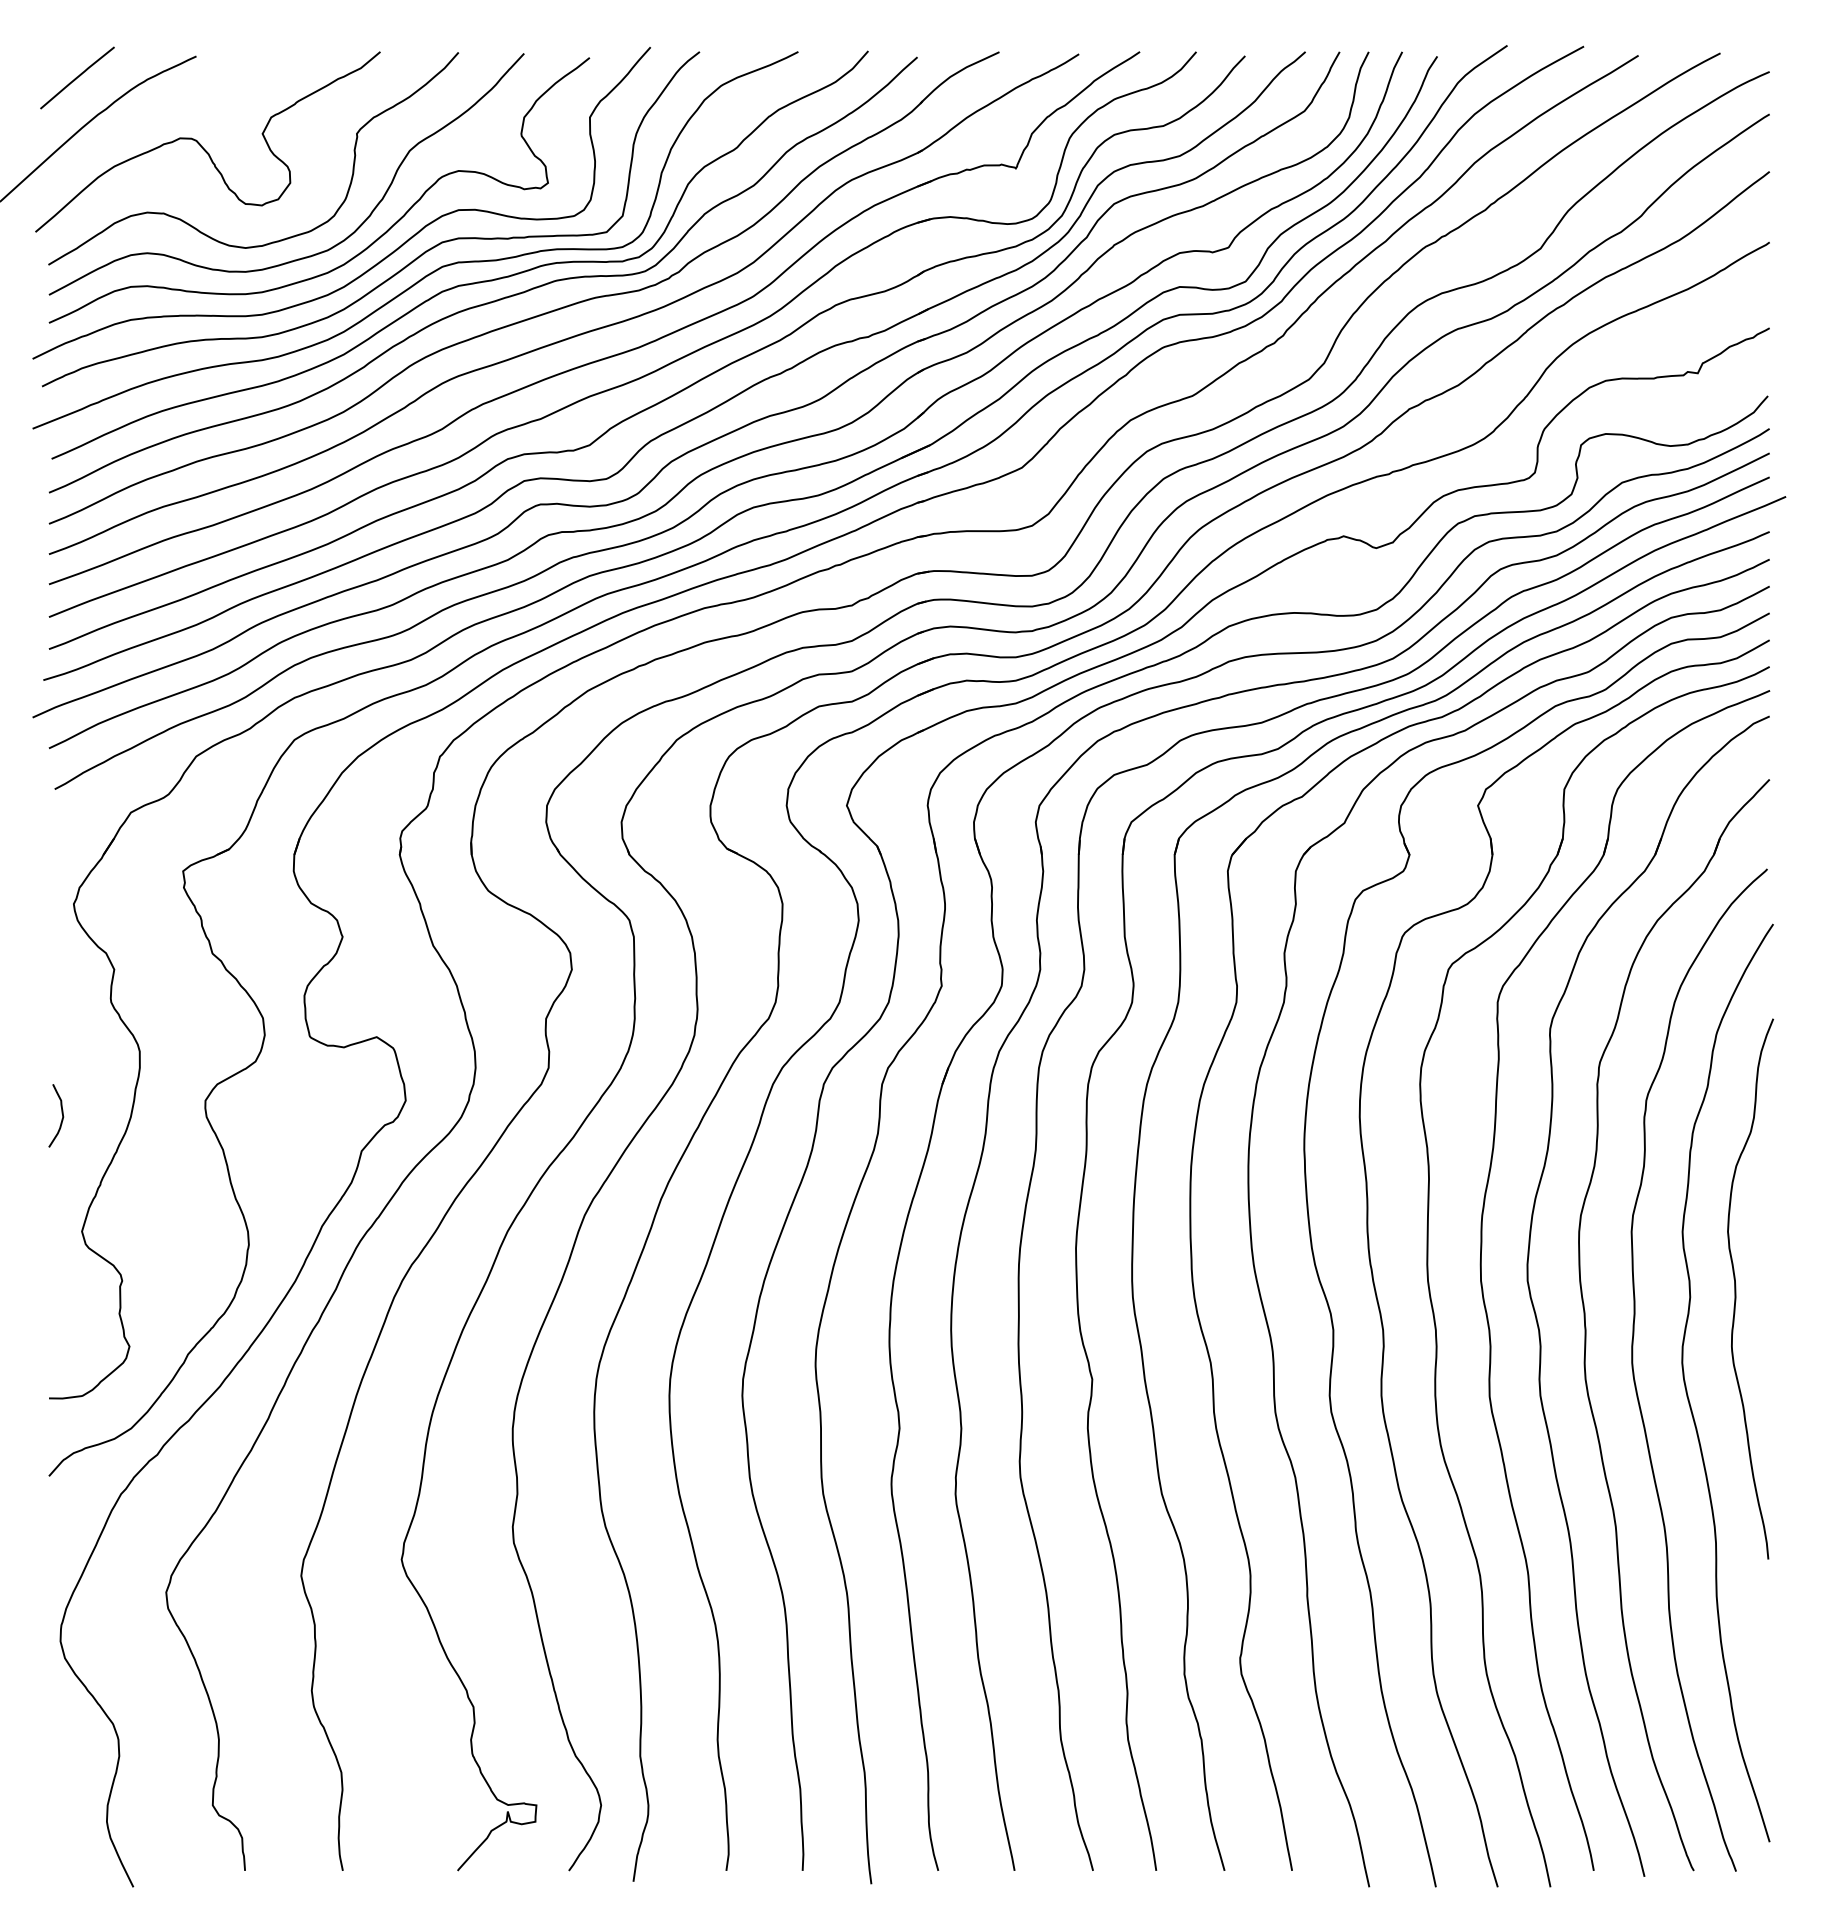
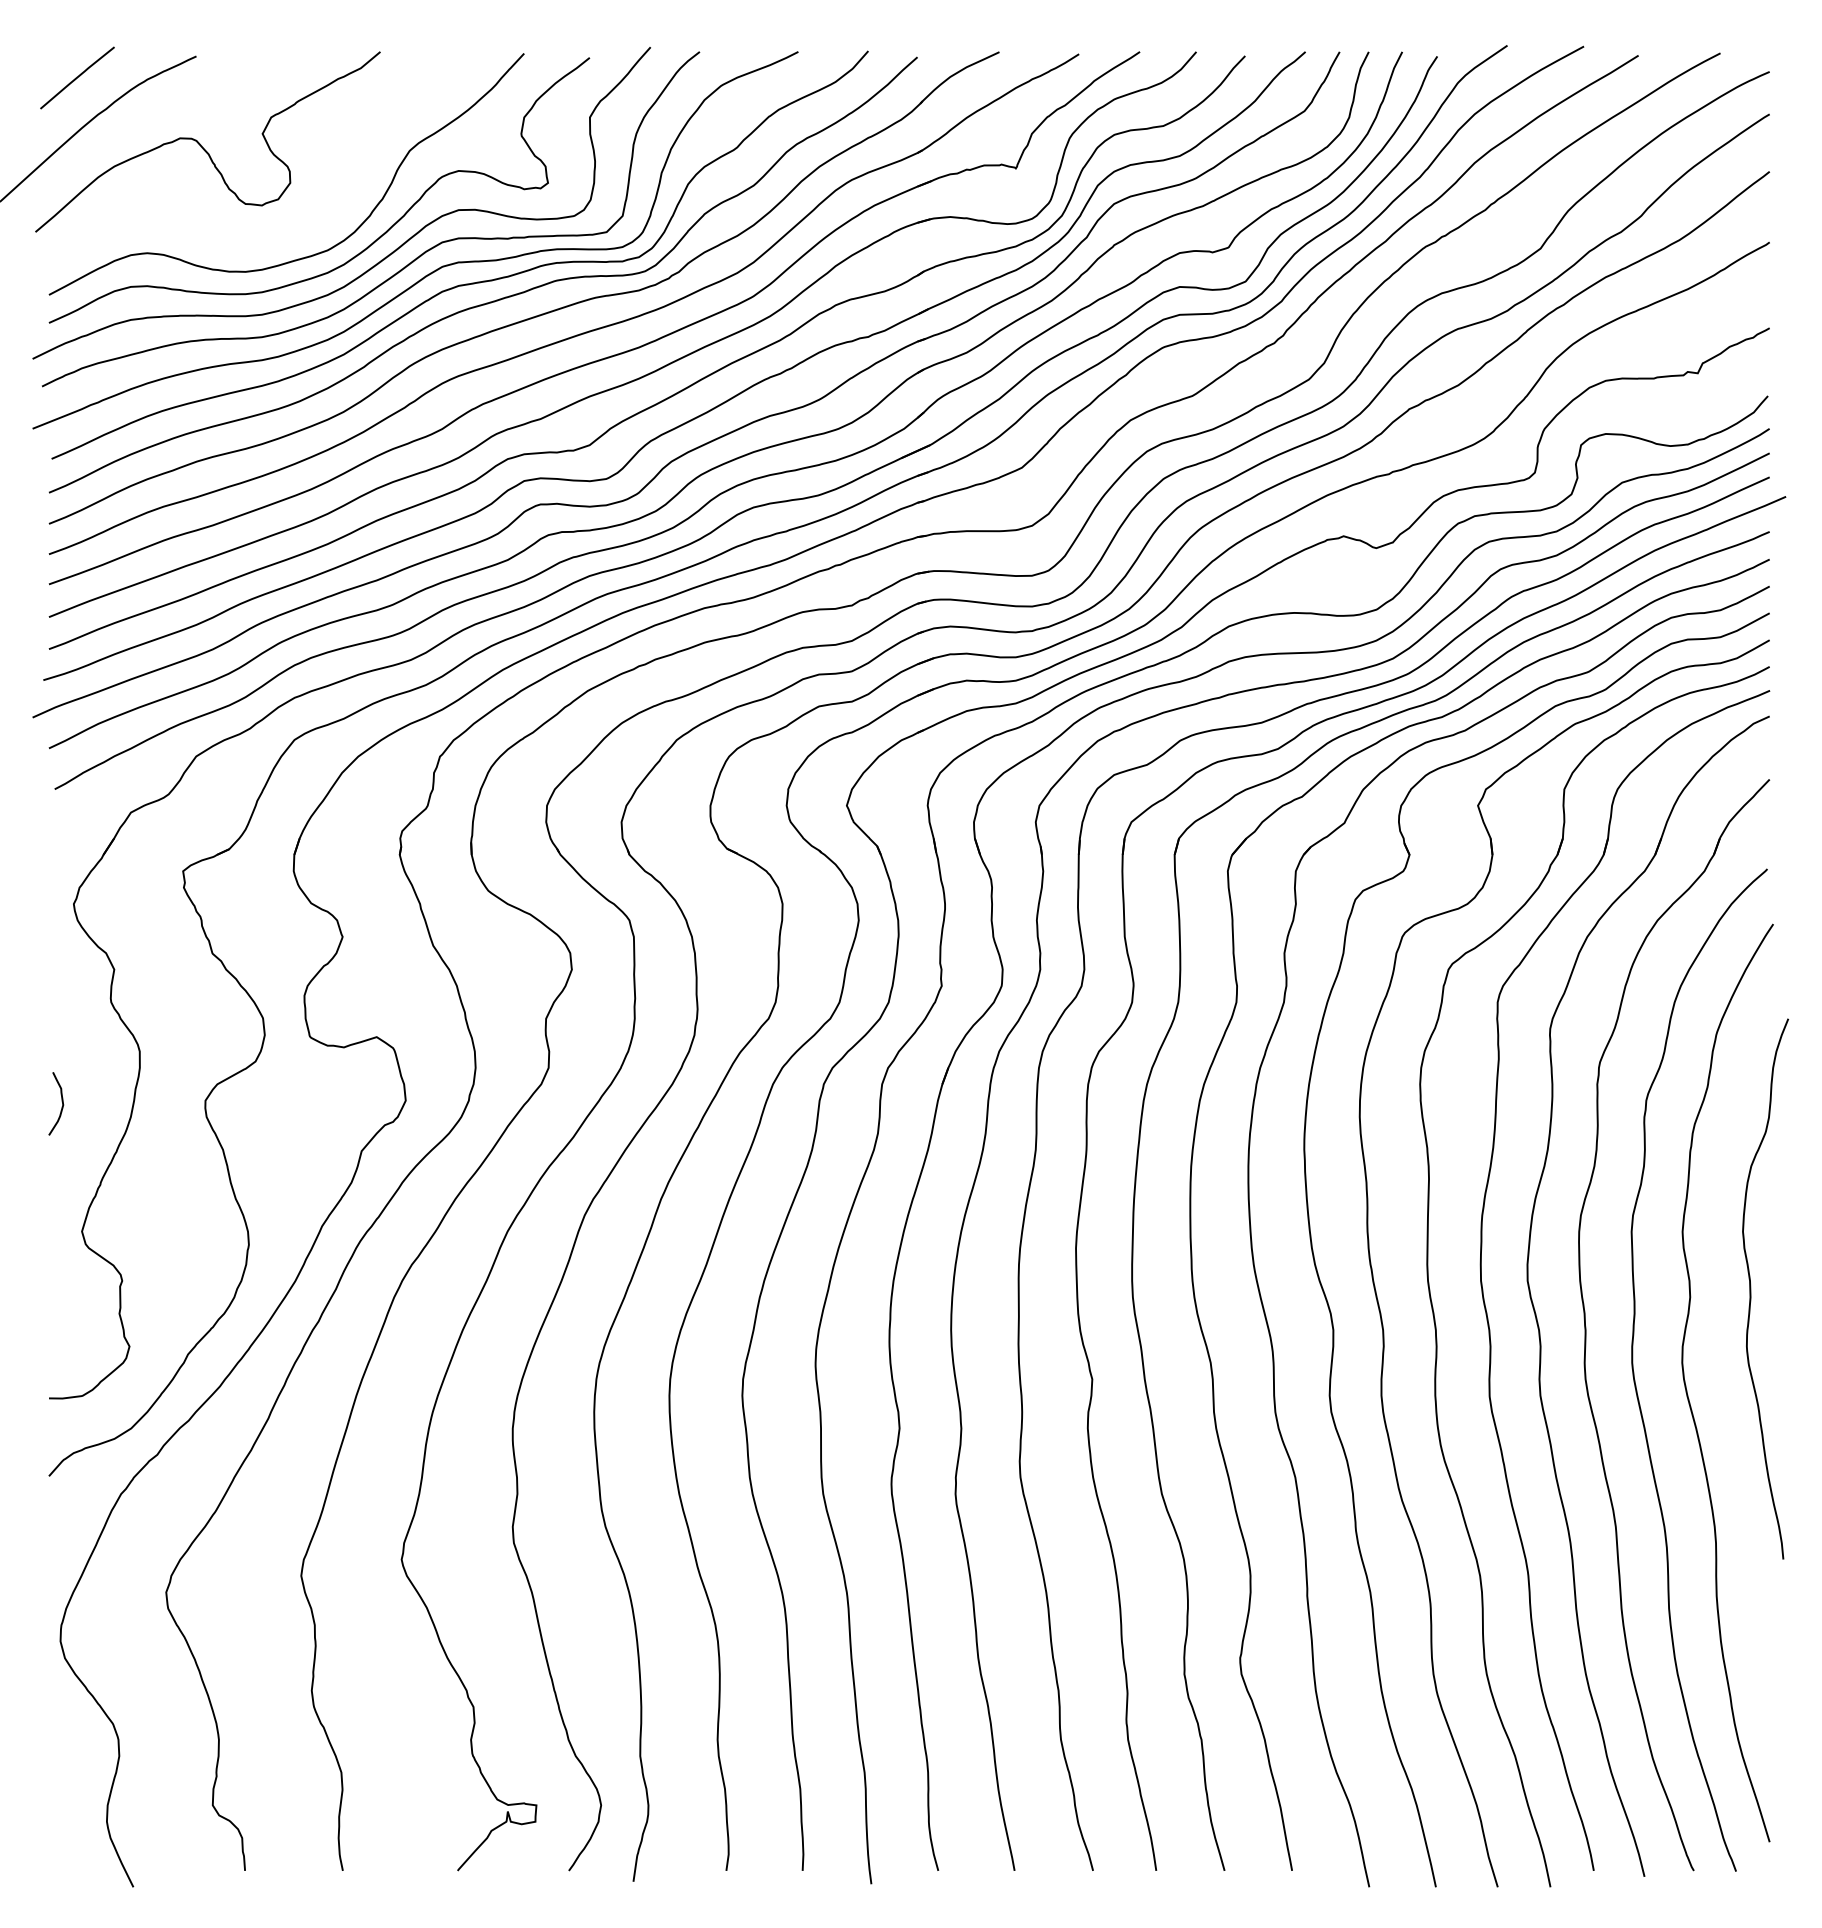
curve at (272, 241): present -> none
curve at (61, 1113) position: (61, 1113) -> (61, 1101)
curve at (1736, 1288) position: (1736, 1288) -> (1751, 1288)
